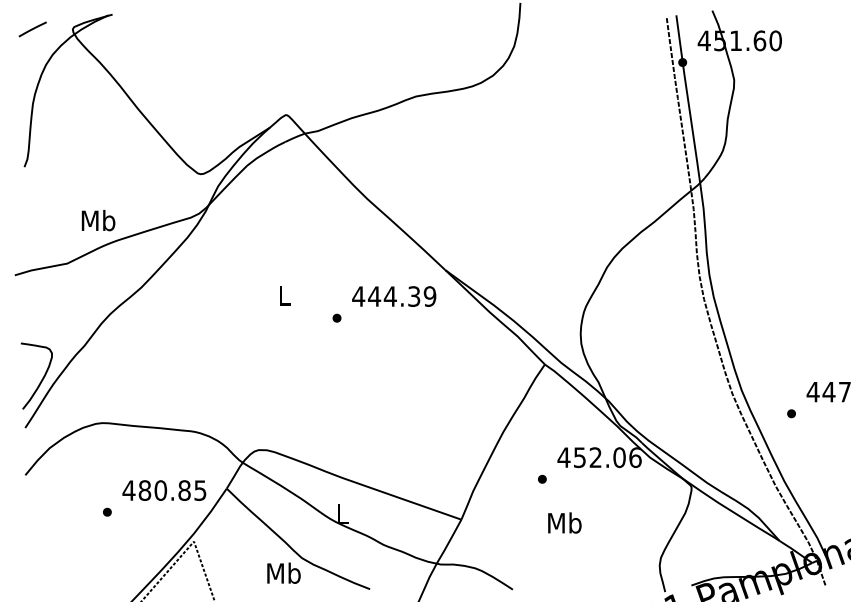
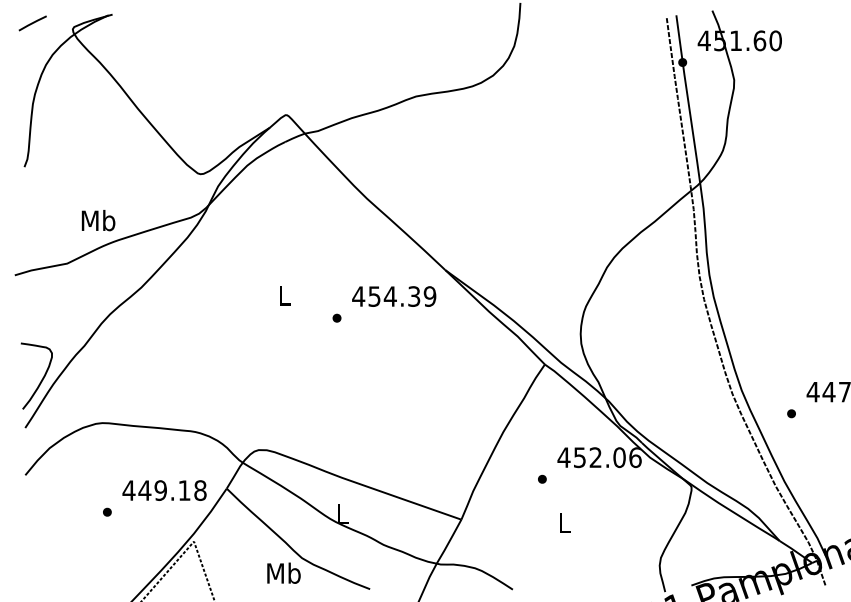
line at (32, 29) position: (32, 29) -> (32, 23)
text at (374, 296): 444.39 -> 454.39
text at (172, 490): 480.85 -> 449.18
text at (564, 522): Mb -> L
